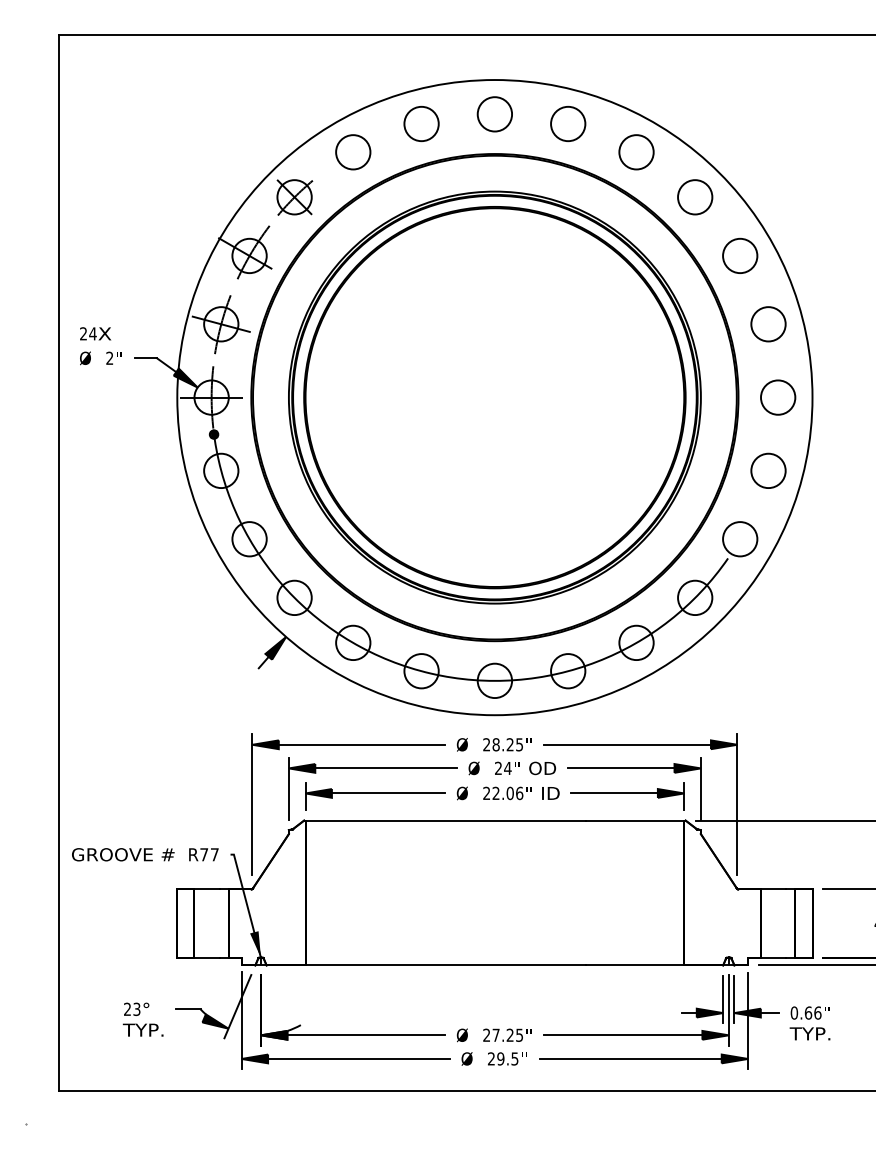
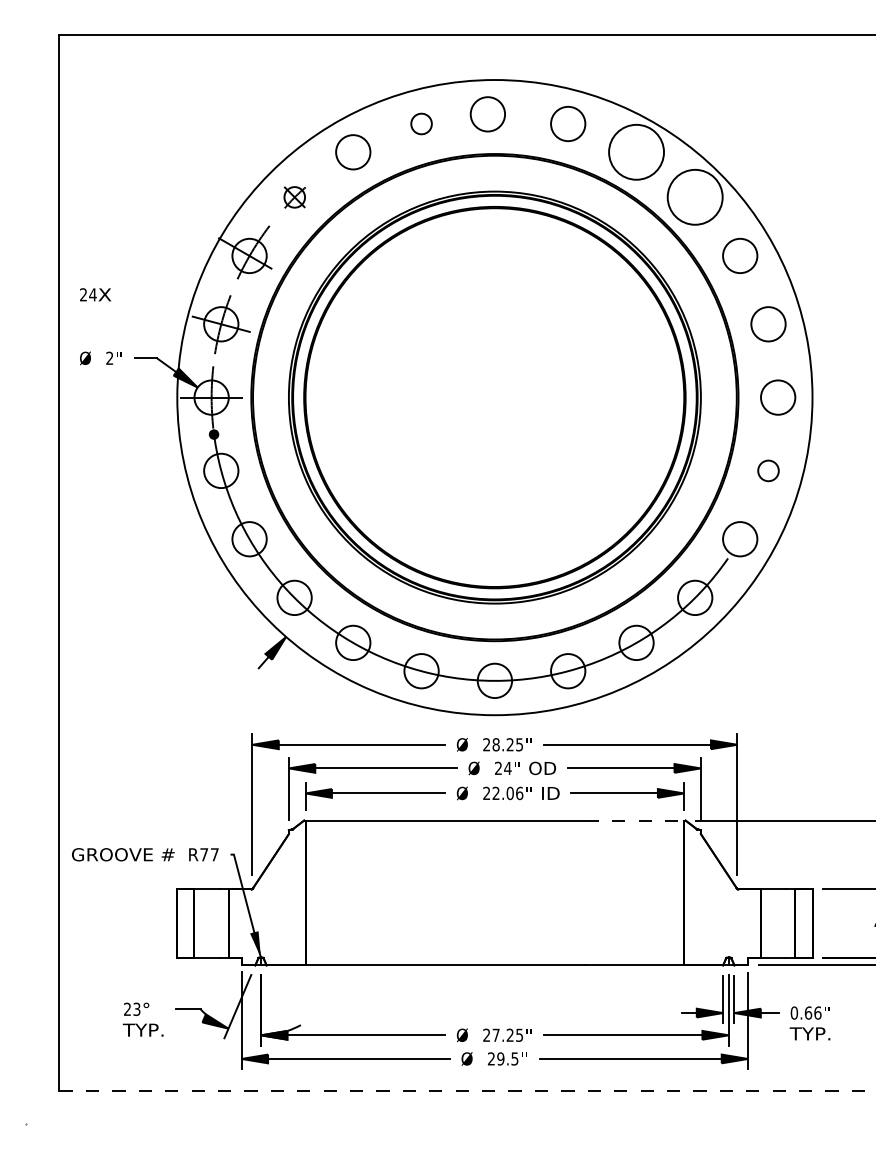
circle at (494, 114) position: (494, 114) -> (487, 114)
circle at (421, 123) diameter: 34 px -> 21 px
circle at (636, 152) diameter: 34 px -> 55 px
part at (294, 197) size: 38x37 px -> 23x23 px
circle at (695, 197) diameter: 34 px -> 55 px
text at (95, 333) position: (95, 333) -> (95, 294)
circle at (768, 470) diameter: 34 px -> 21 px
line at (635, 820): solid -> dashed
line at (467, 1091): solid -> dashed
